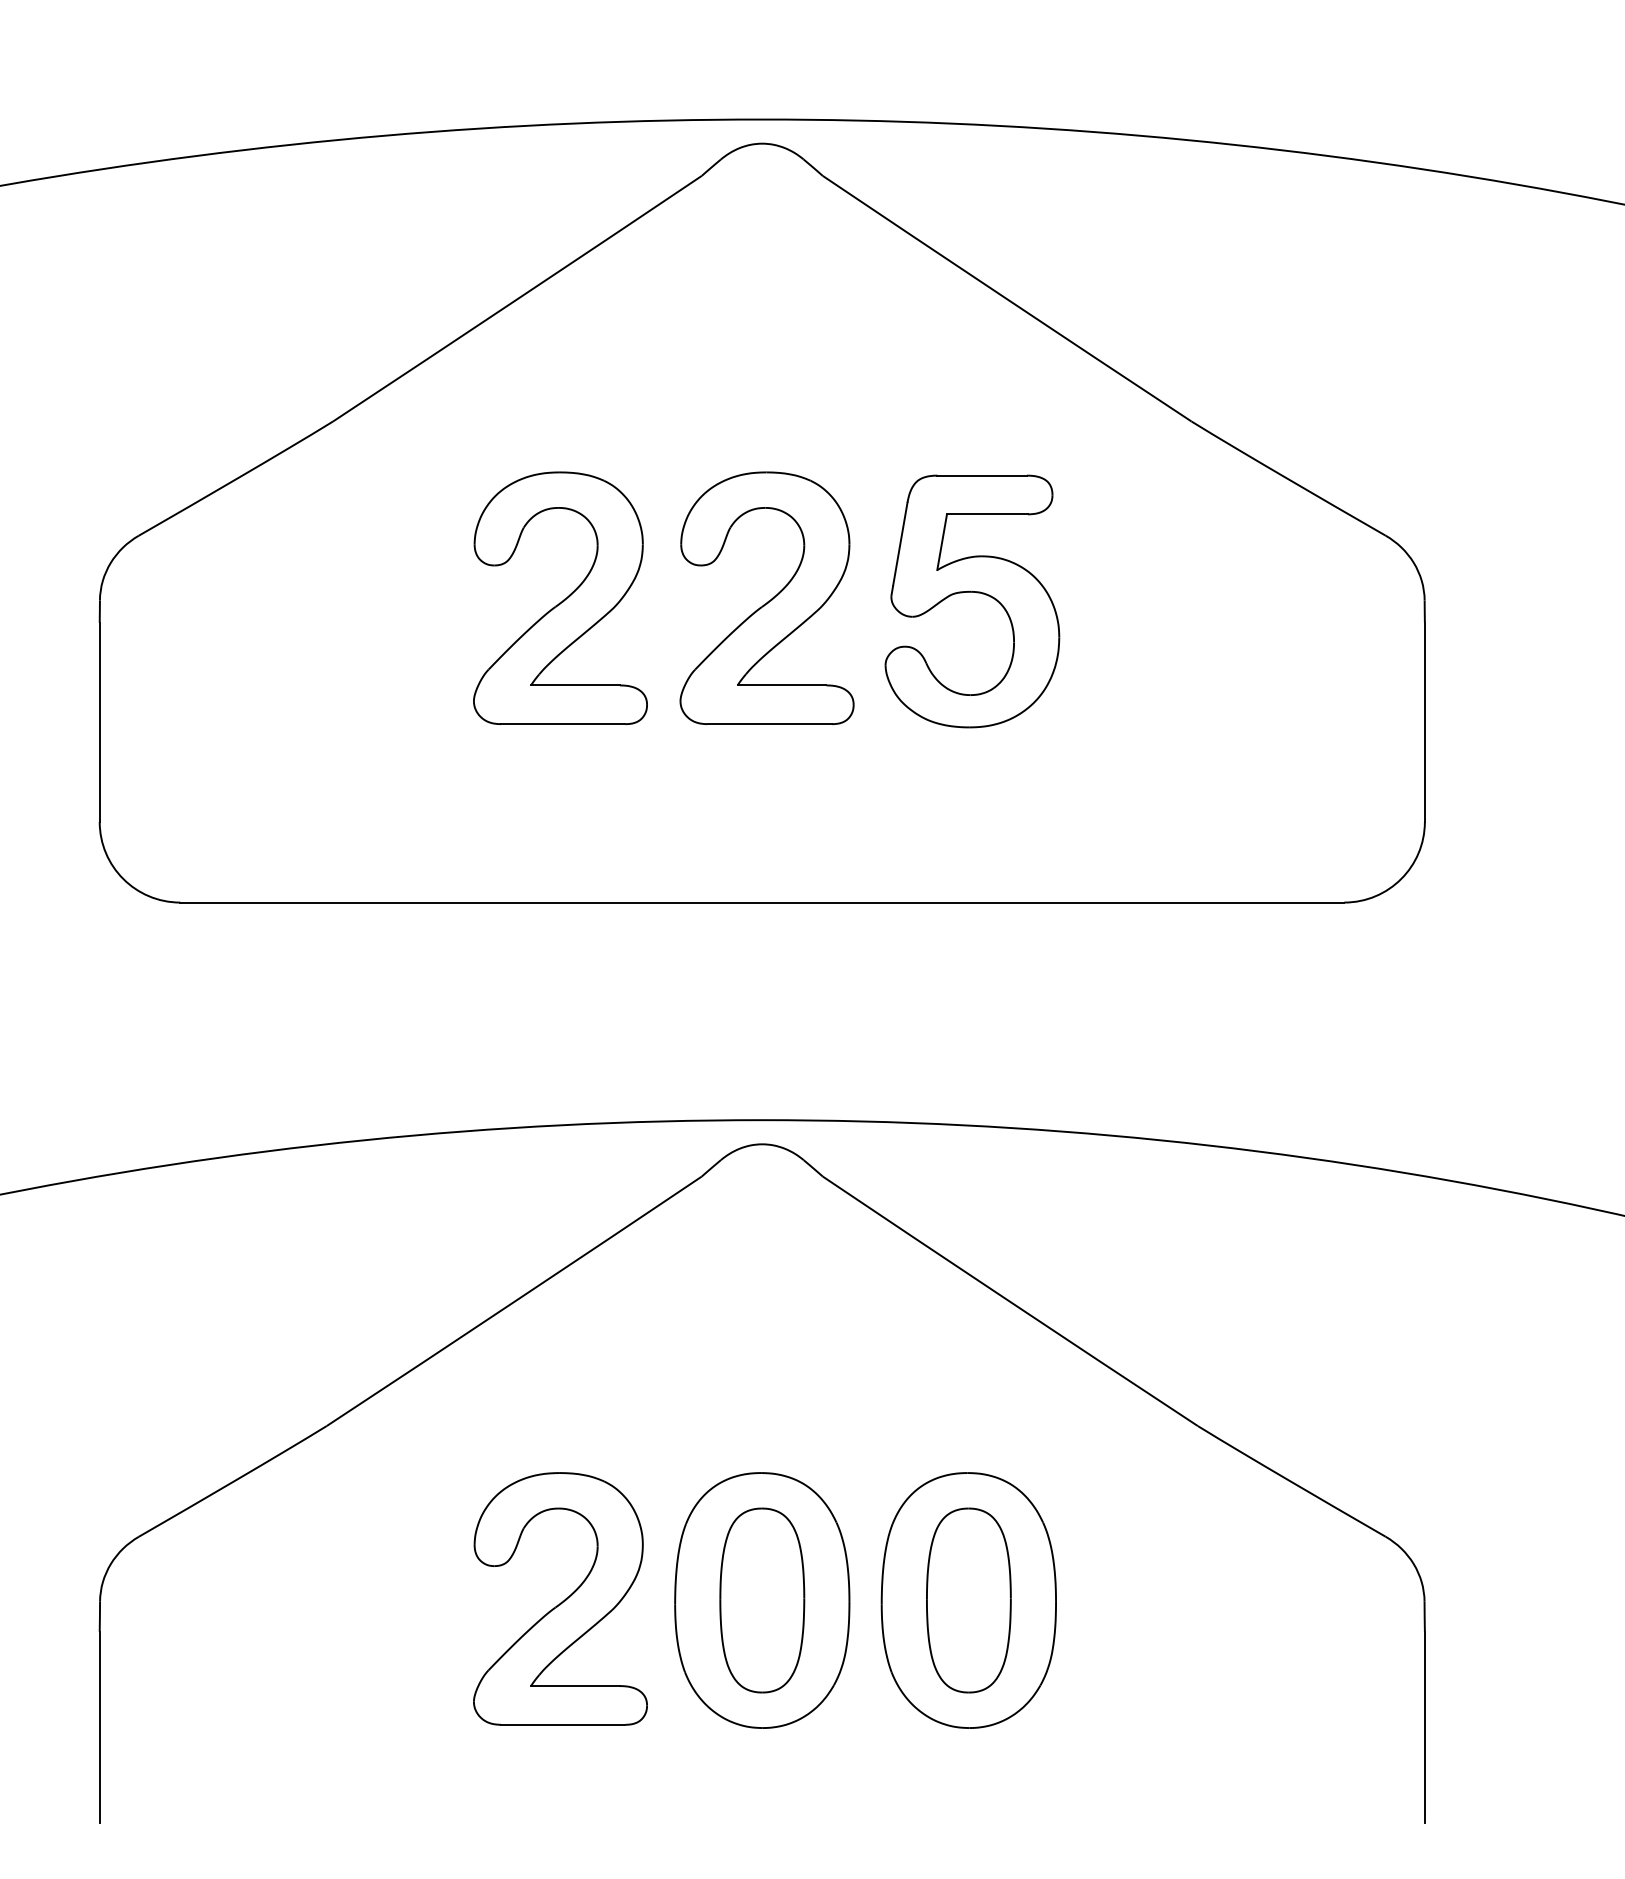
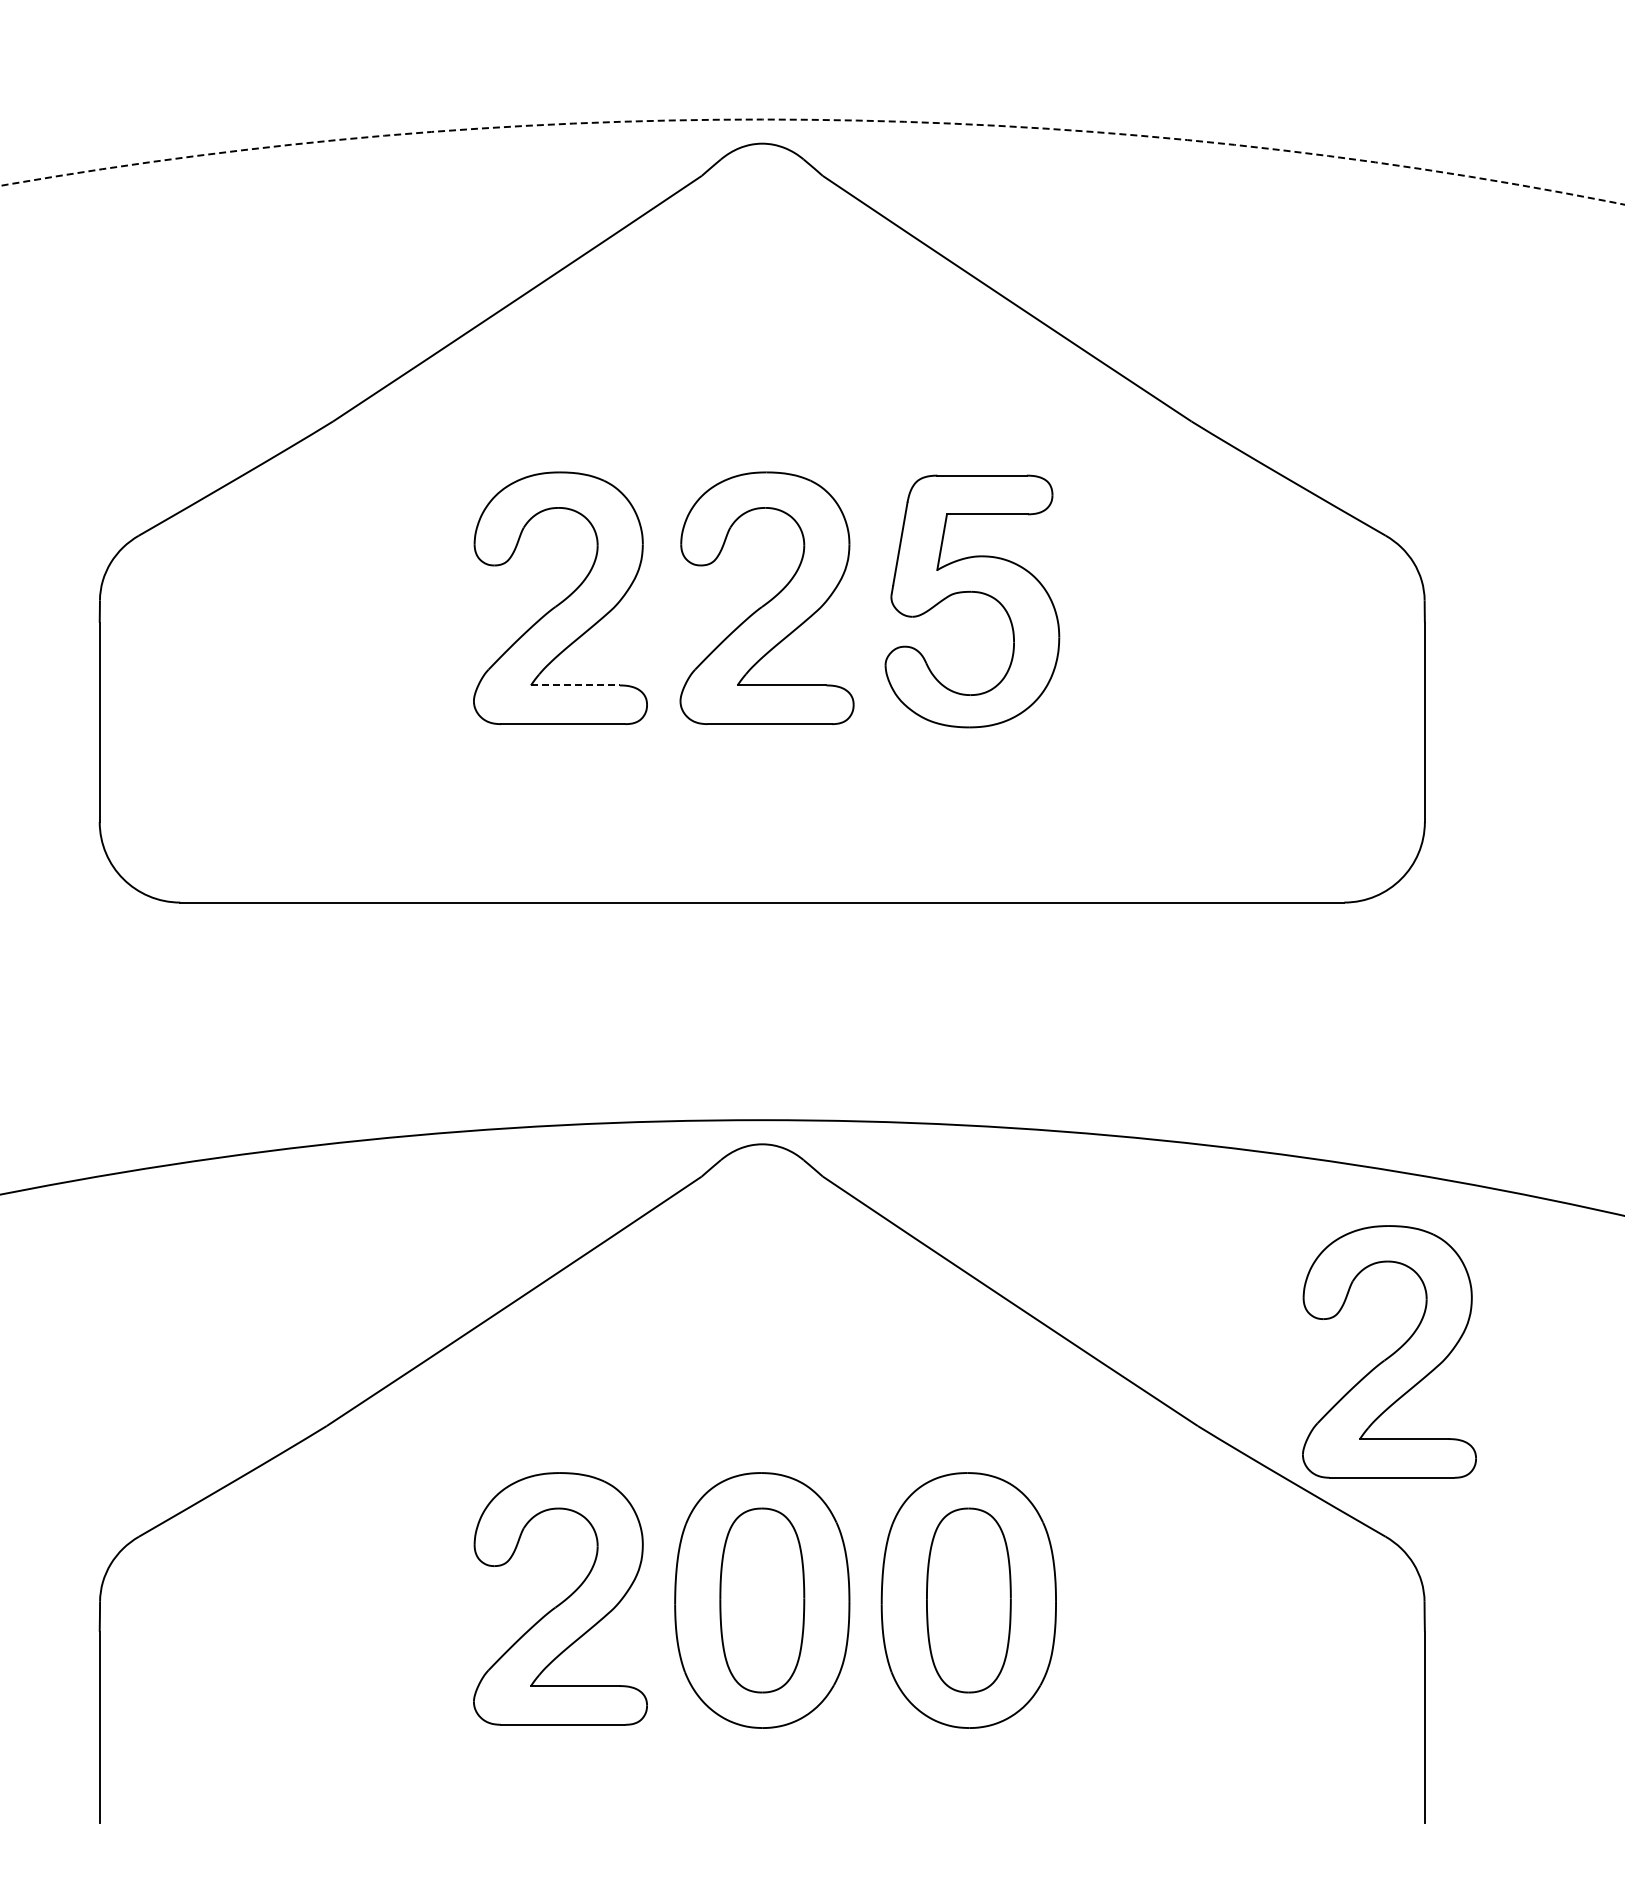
arc at (812, 119): solid -> dashed
line at (575, 685): solid -> dashed
part at (1389, 1351): none -> present
